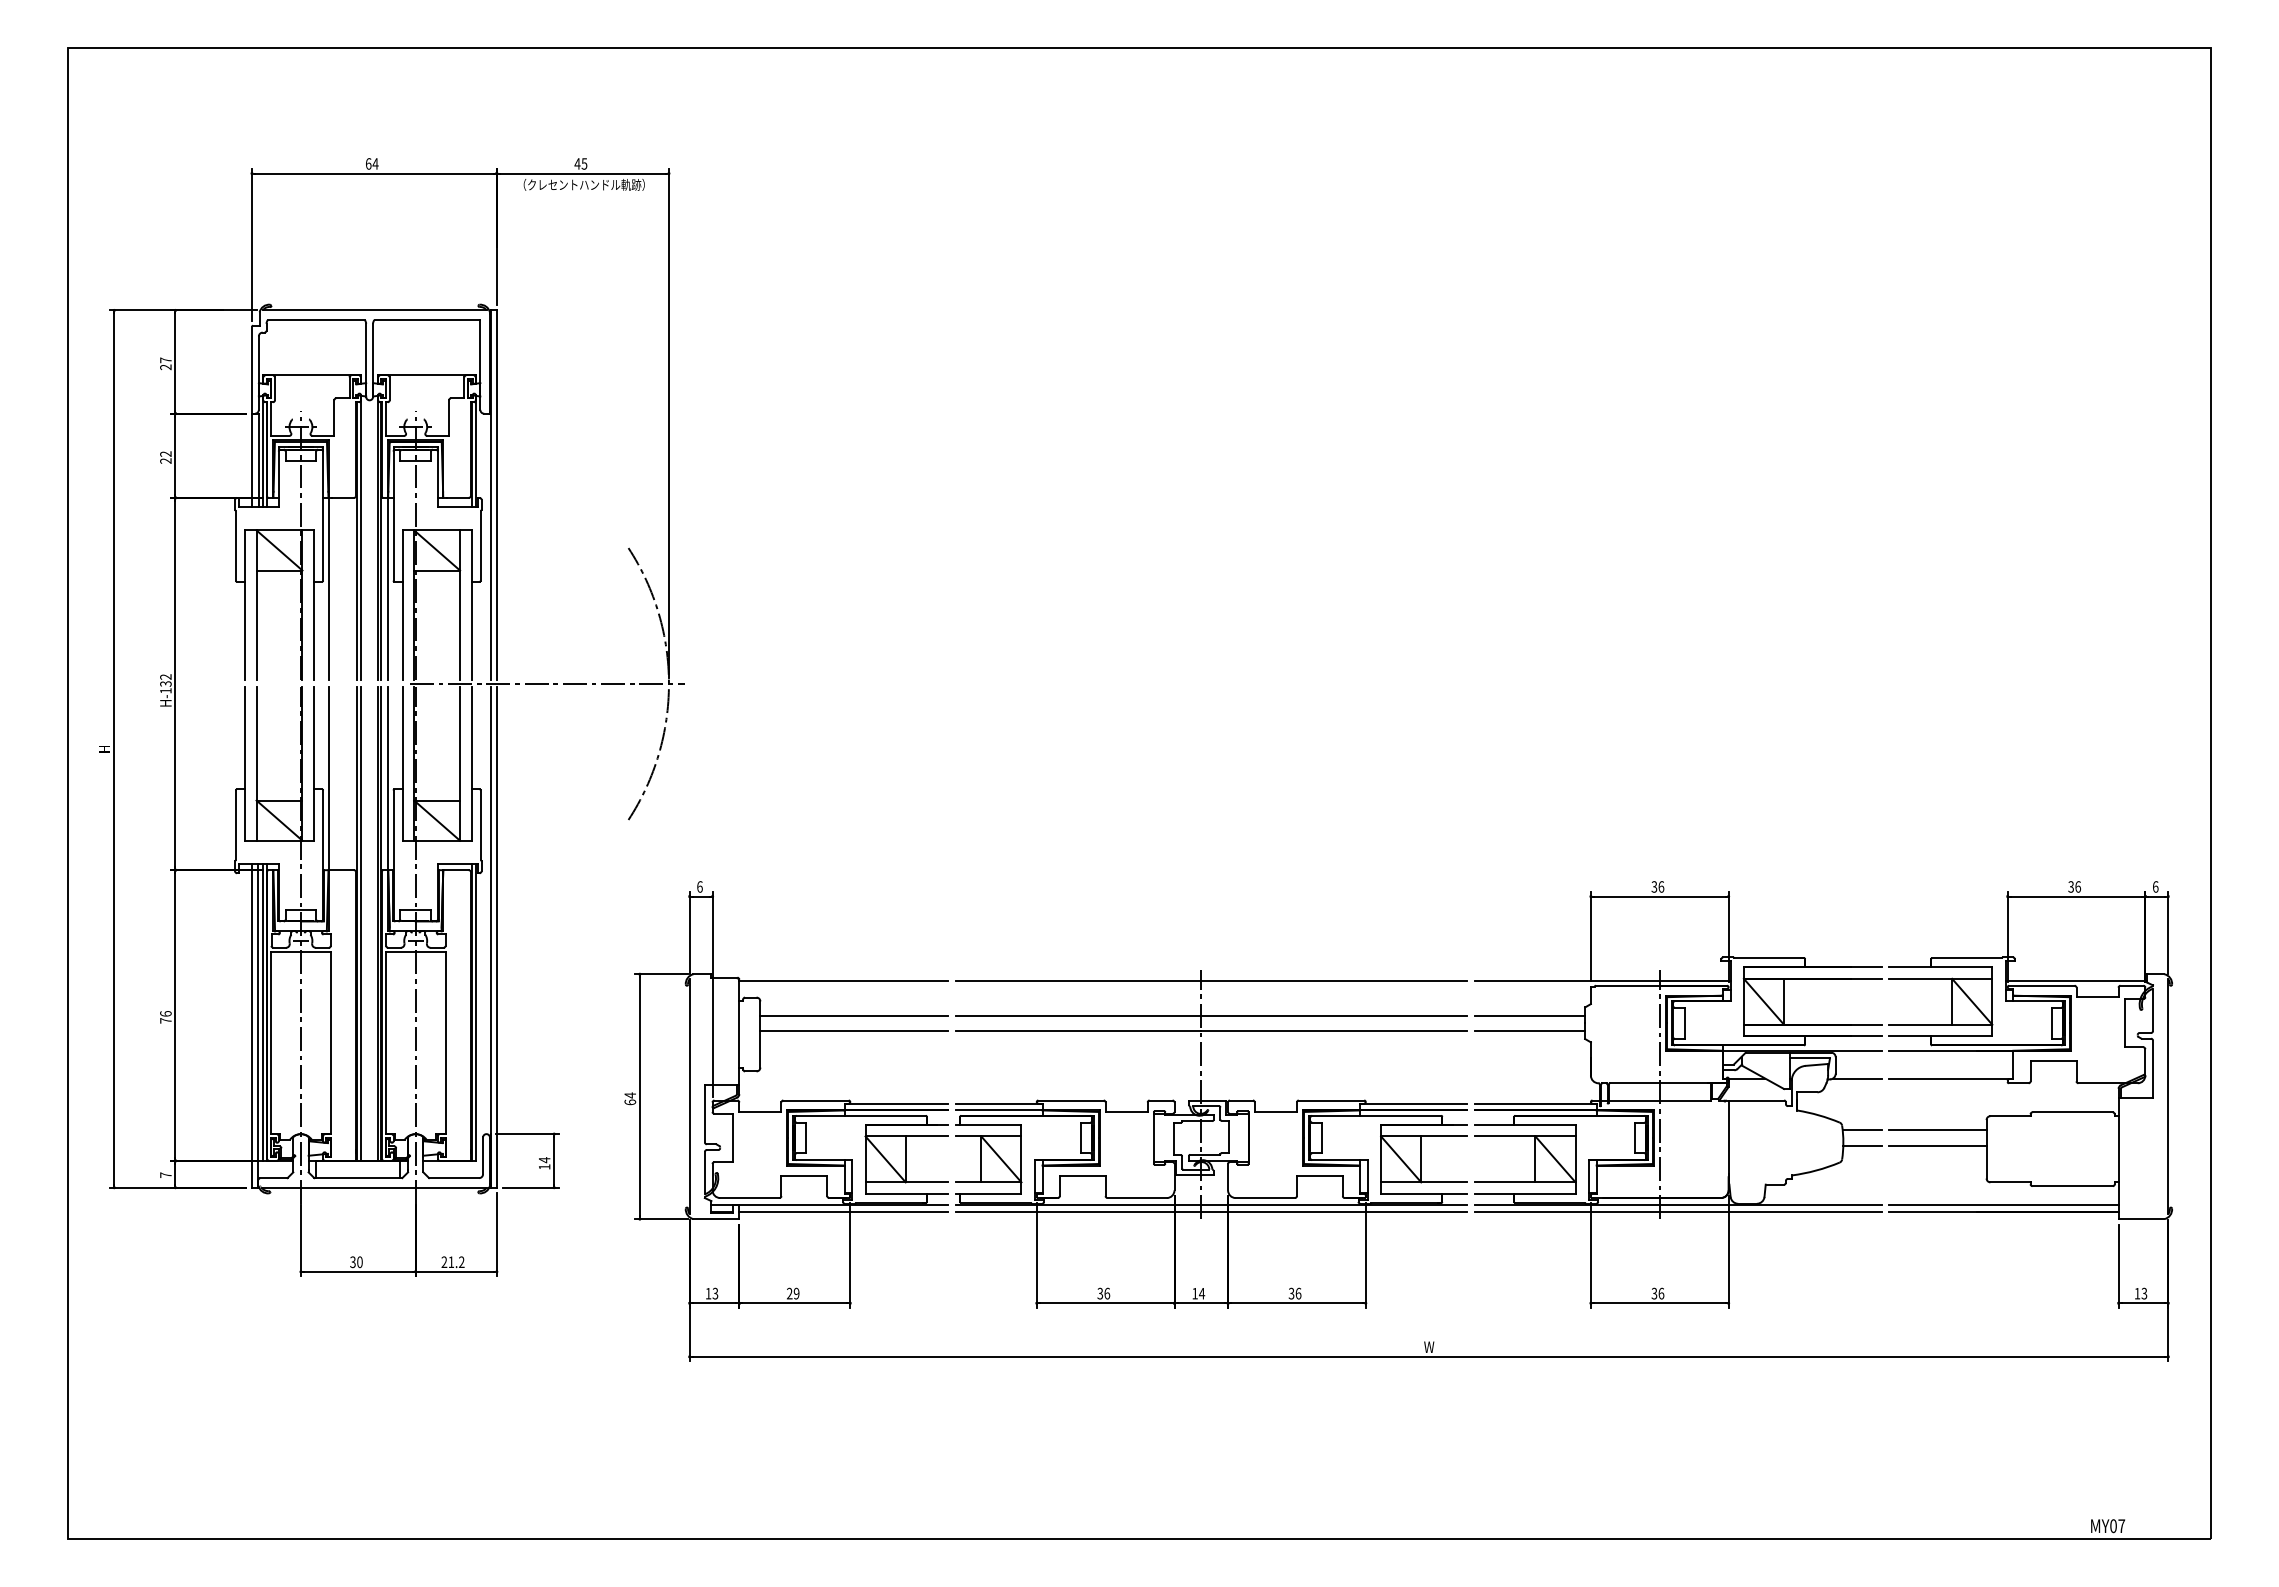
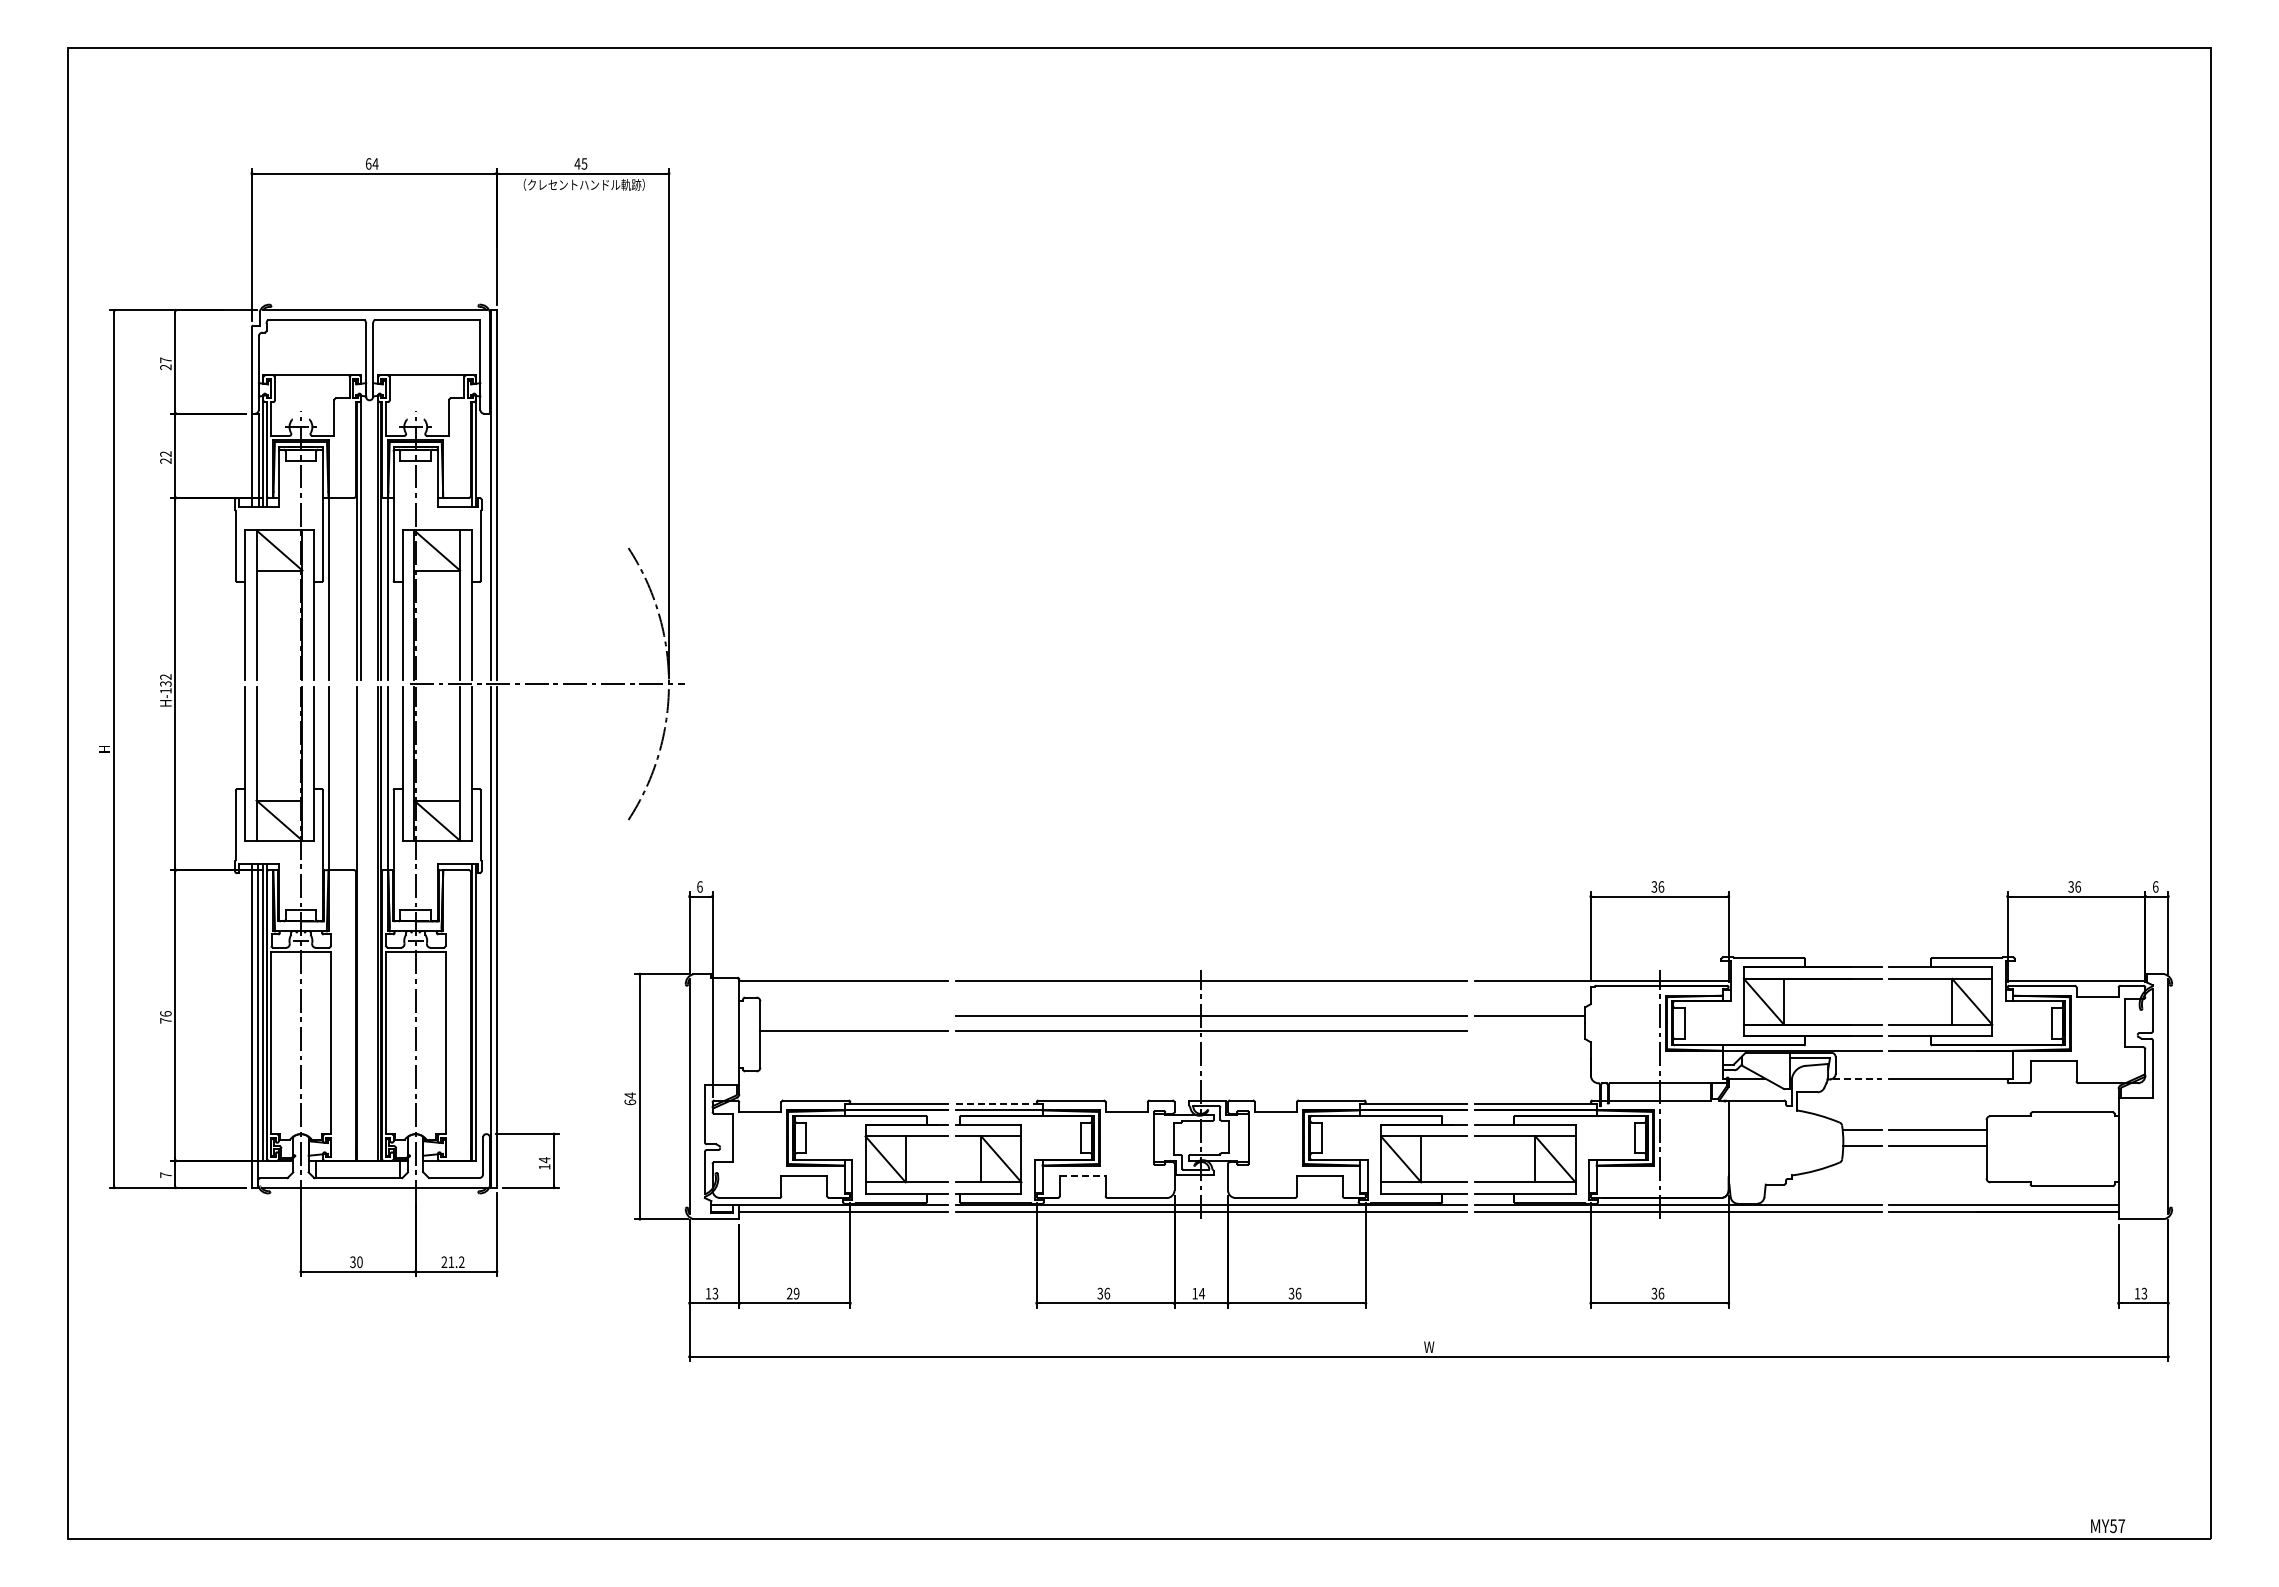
line at (361, 923): present -> none
line at (854, 1015): present -> none
line at (1529, 1030): present -> none
line at (1857, 1078): solid -> dashed
line at (999, 1104): solid -> dashed
line at (1082, 1175): solid -> dashed
text at (2113, 1525): MY07 -> MY57
